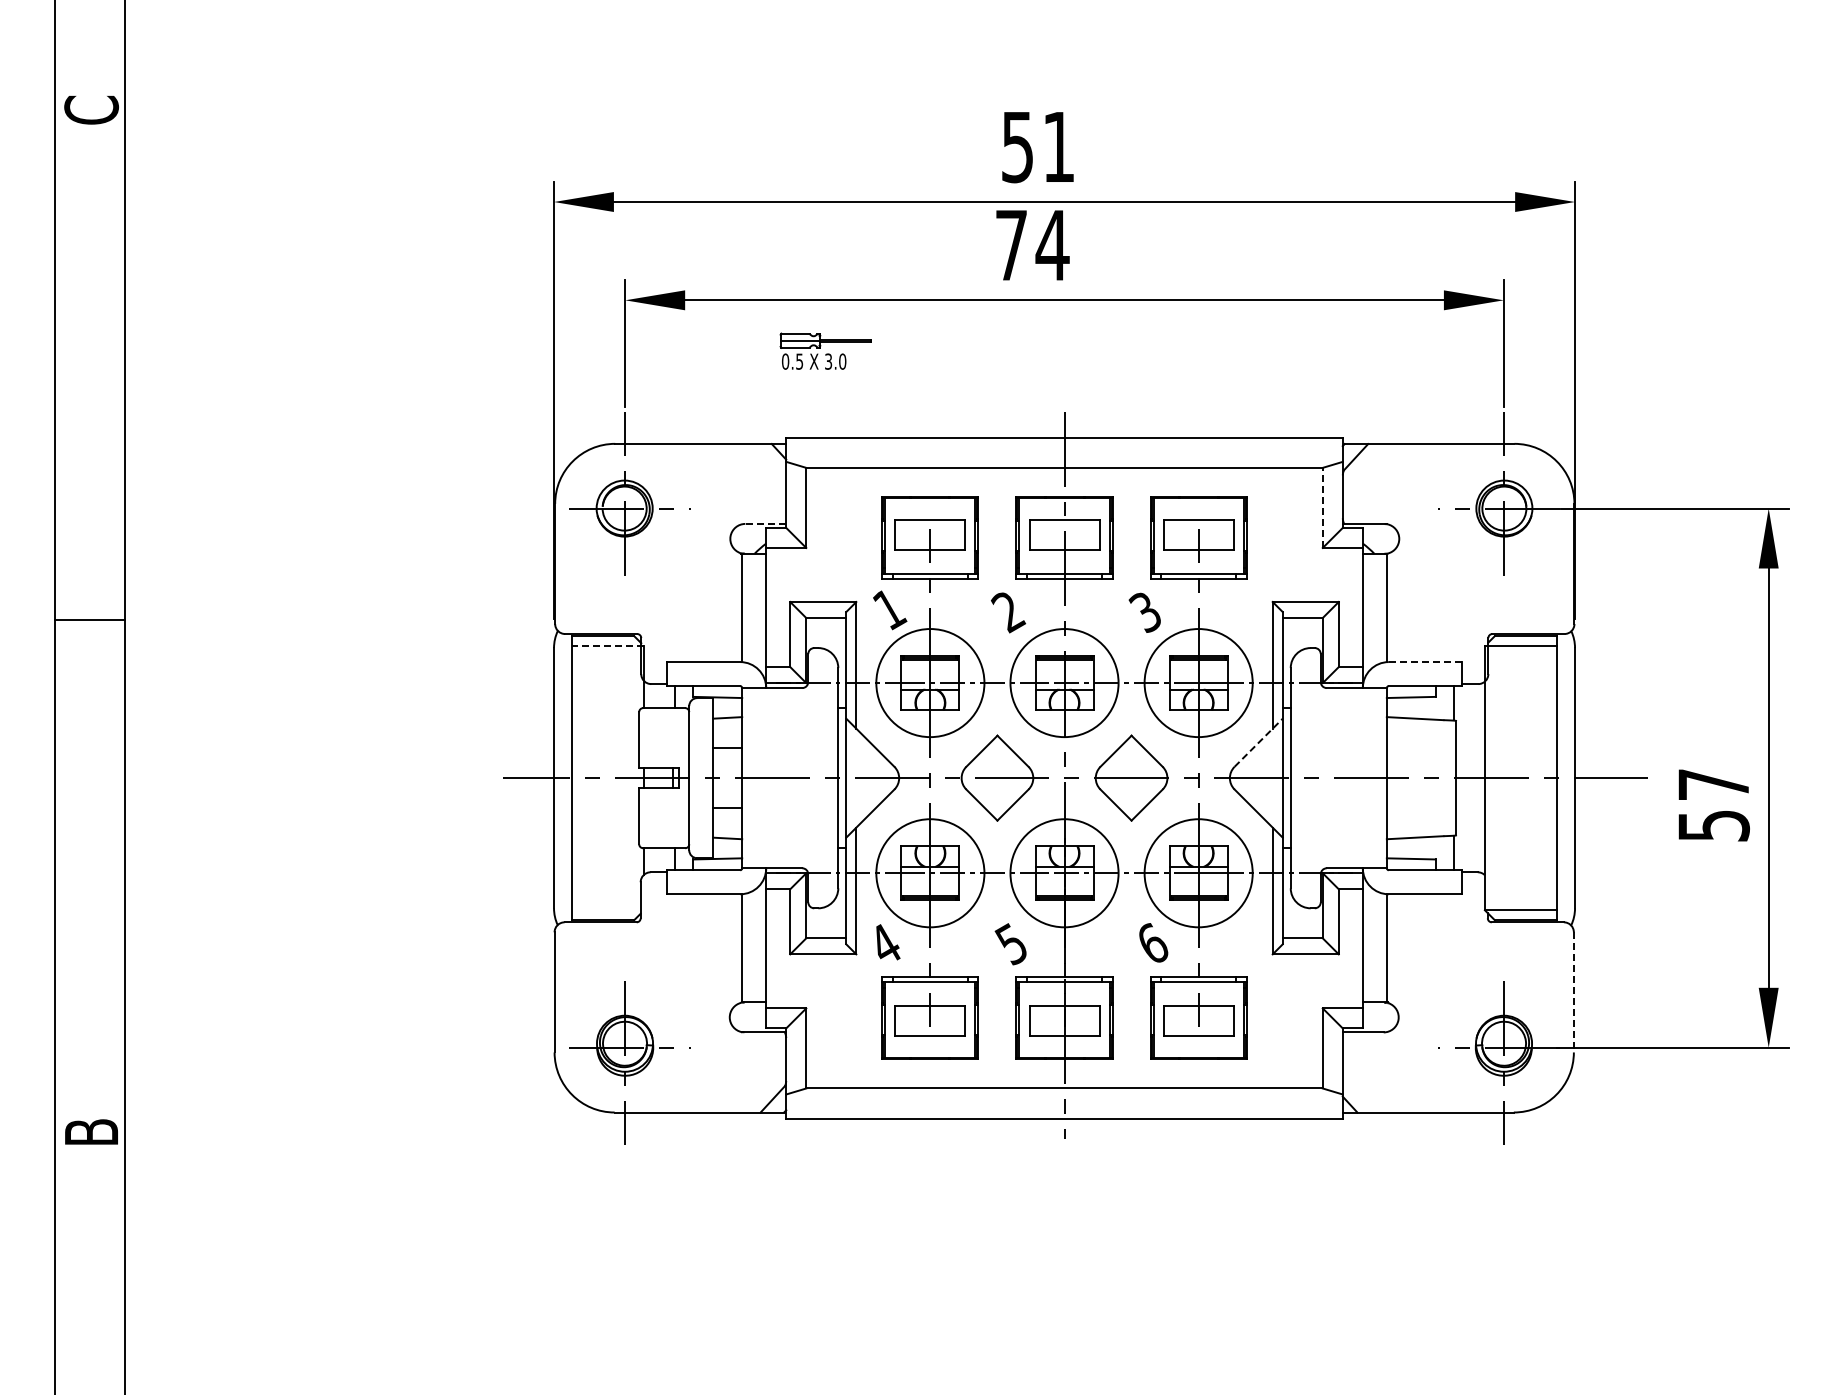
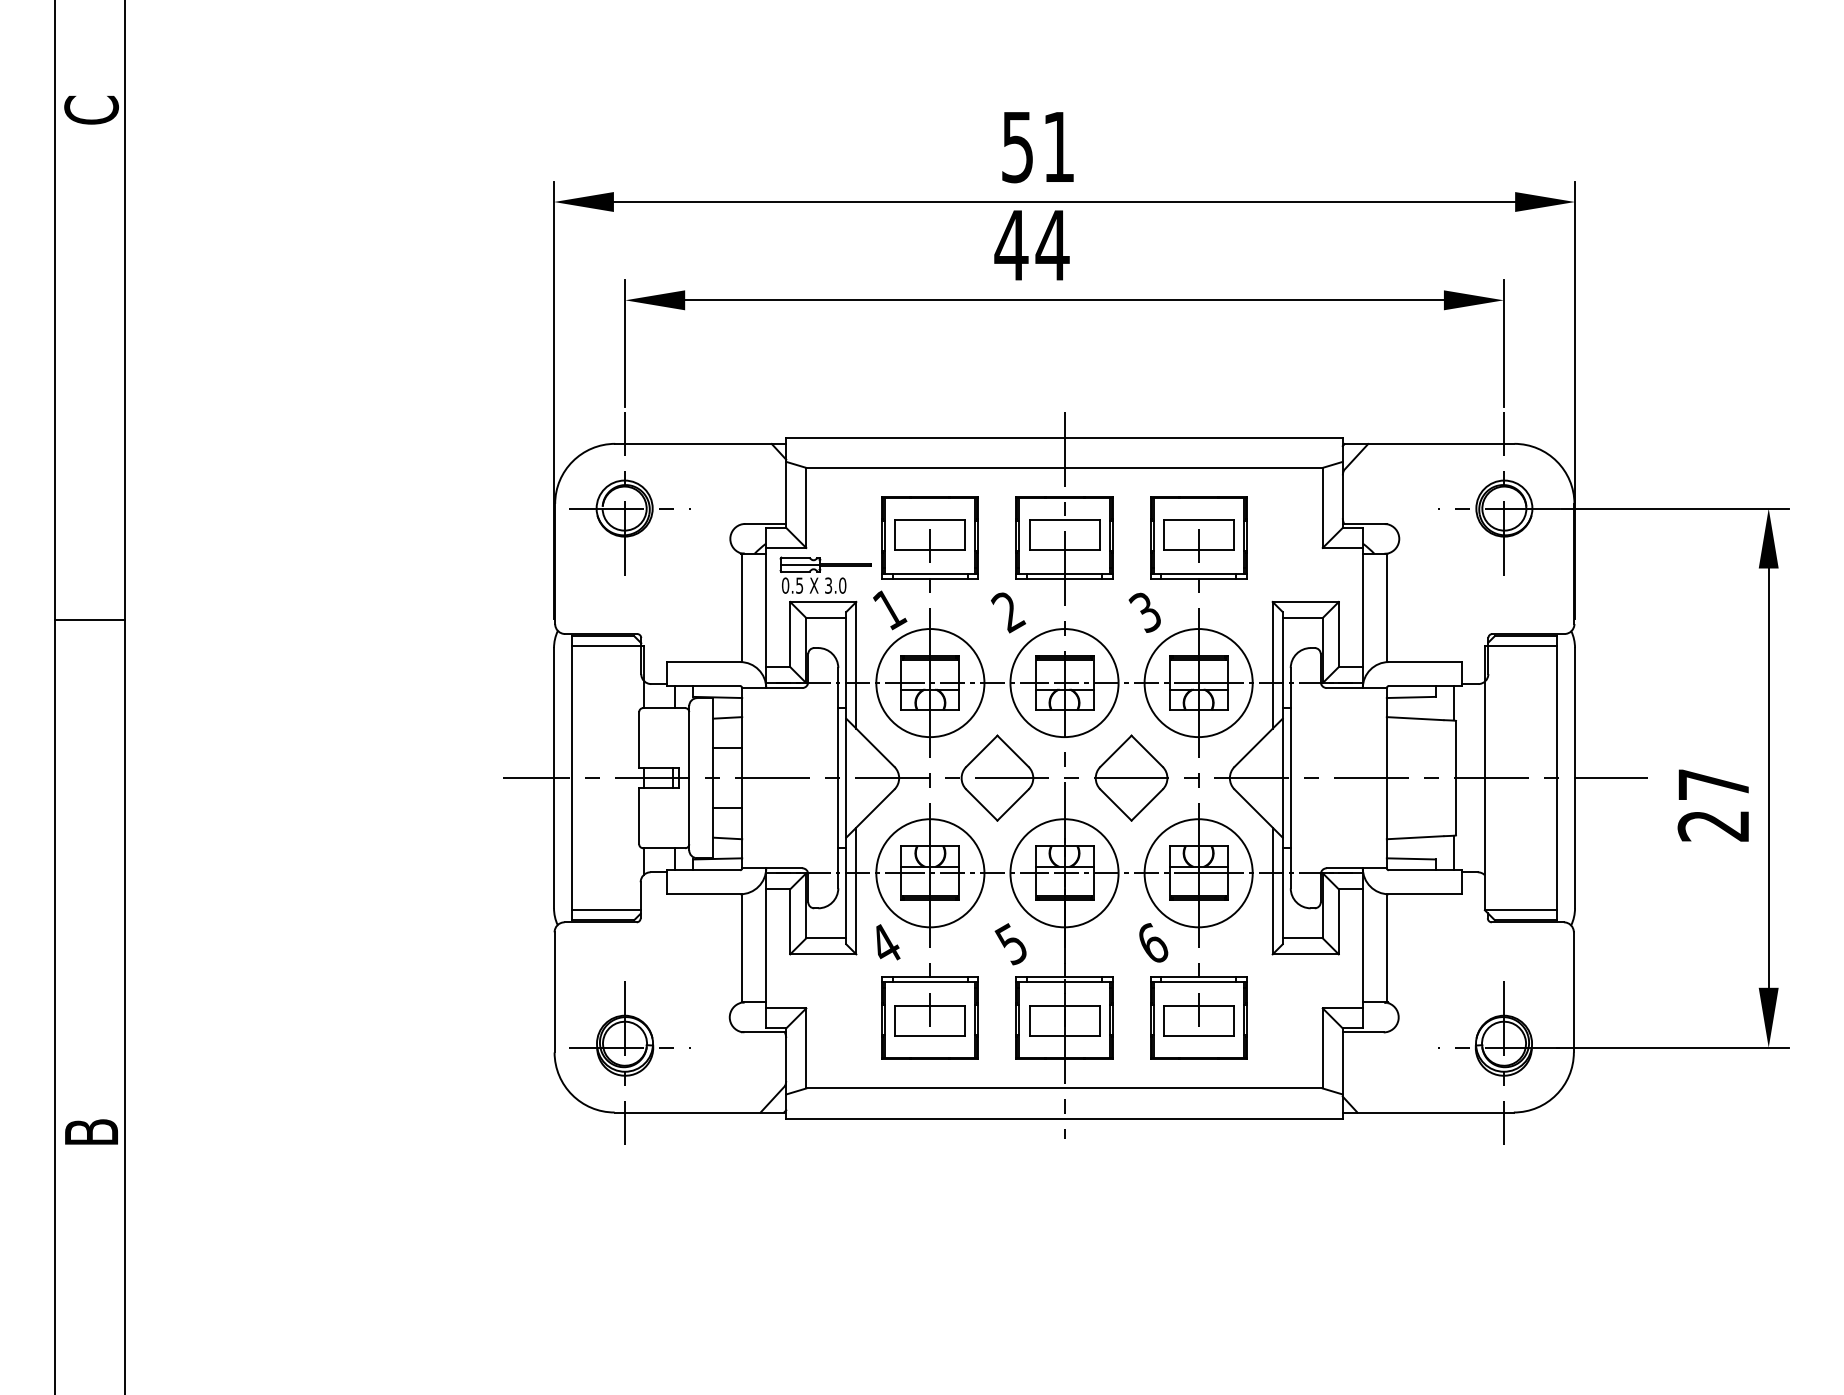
text at (1011, 245): 74 -> 44
part at (825, 350) position: (825, 350) -> (825, 574)
line at (1322, 507): dashed -> solid
line at (765, 523): dashed -> solid
line at (607, 646): dashed -> solid
line at (1425, 662): dashed -> solid
line at (1259, 742): dashed -> solid
text at (1713, 826): 57 -> 27
line at (606, 910): none -> present
line at (1573, 992): dashed -> solid
